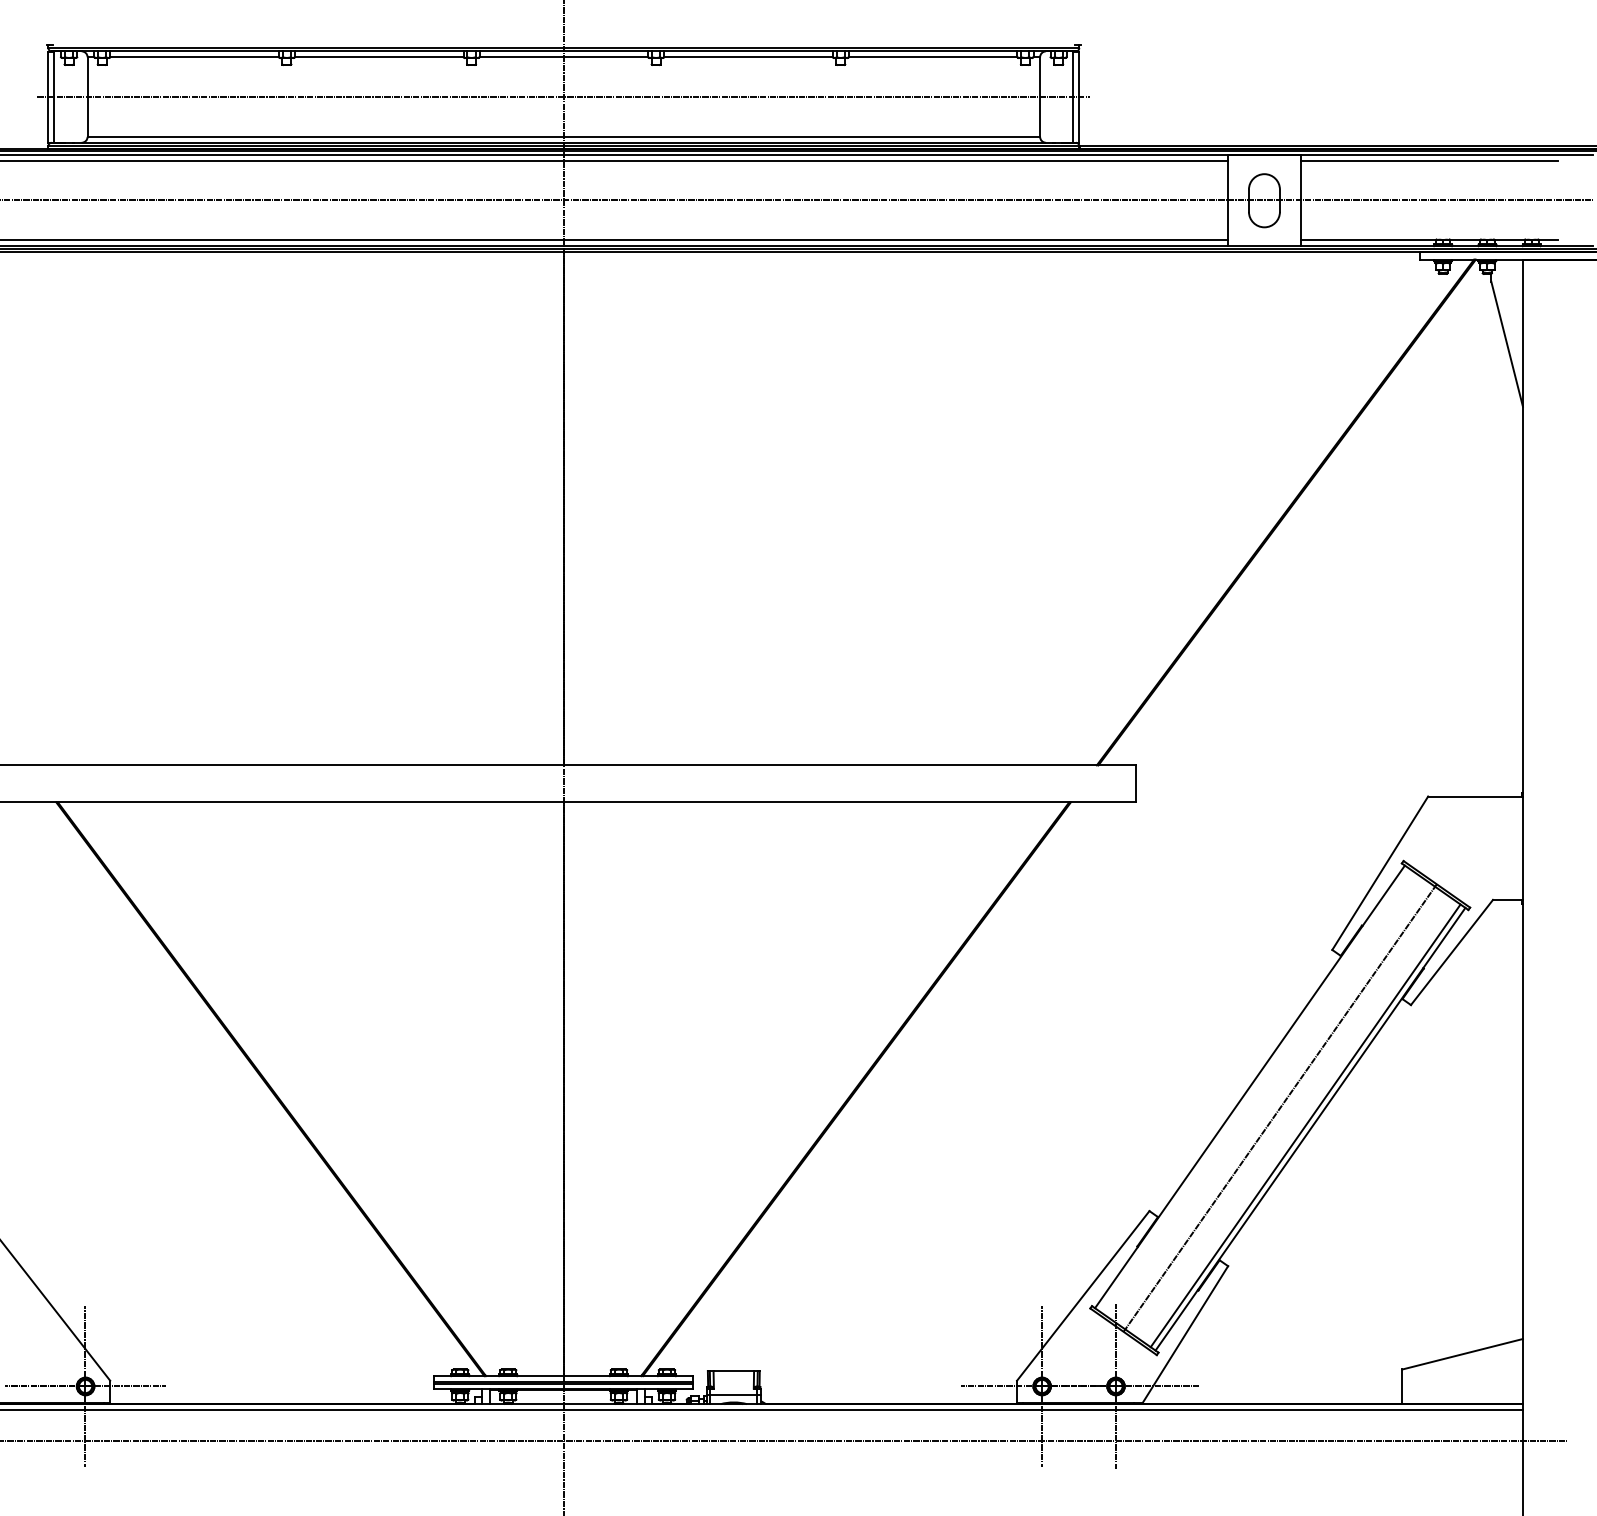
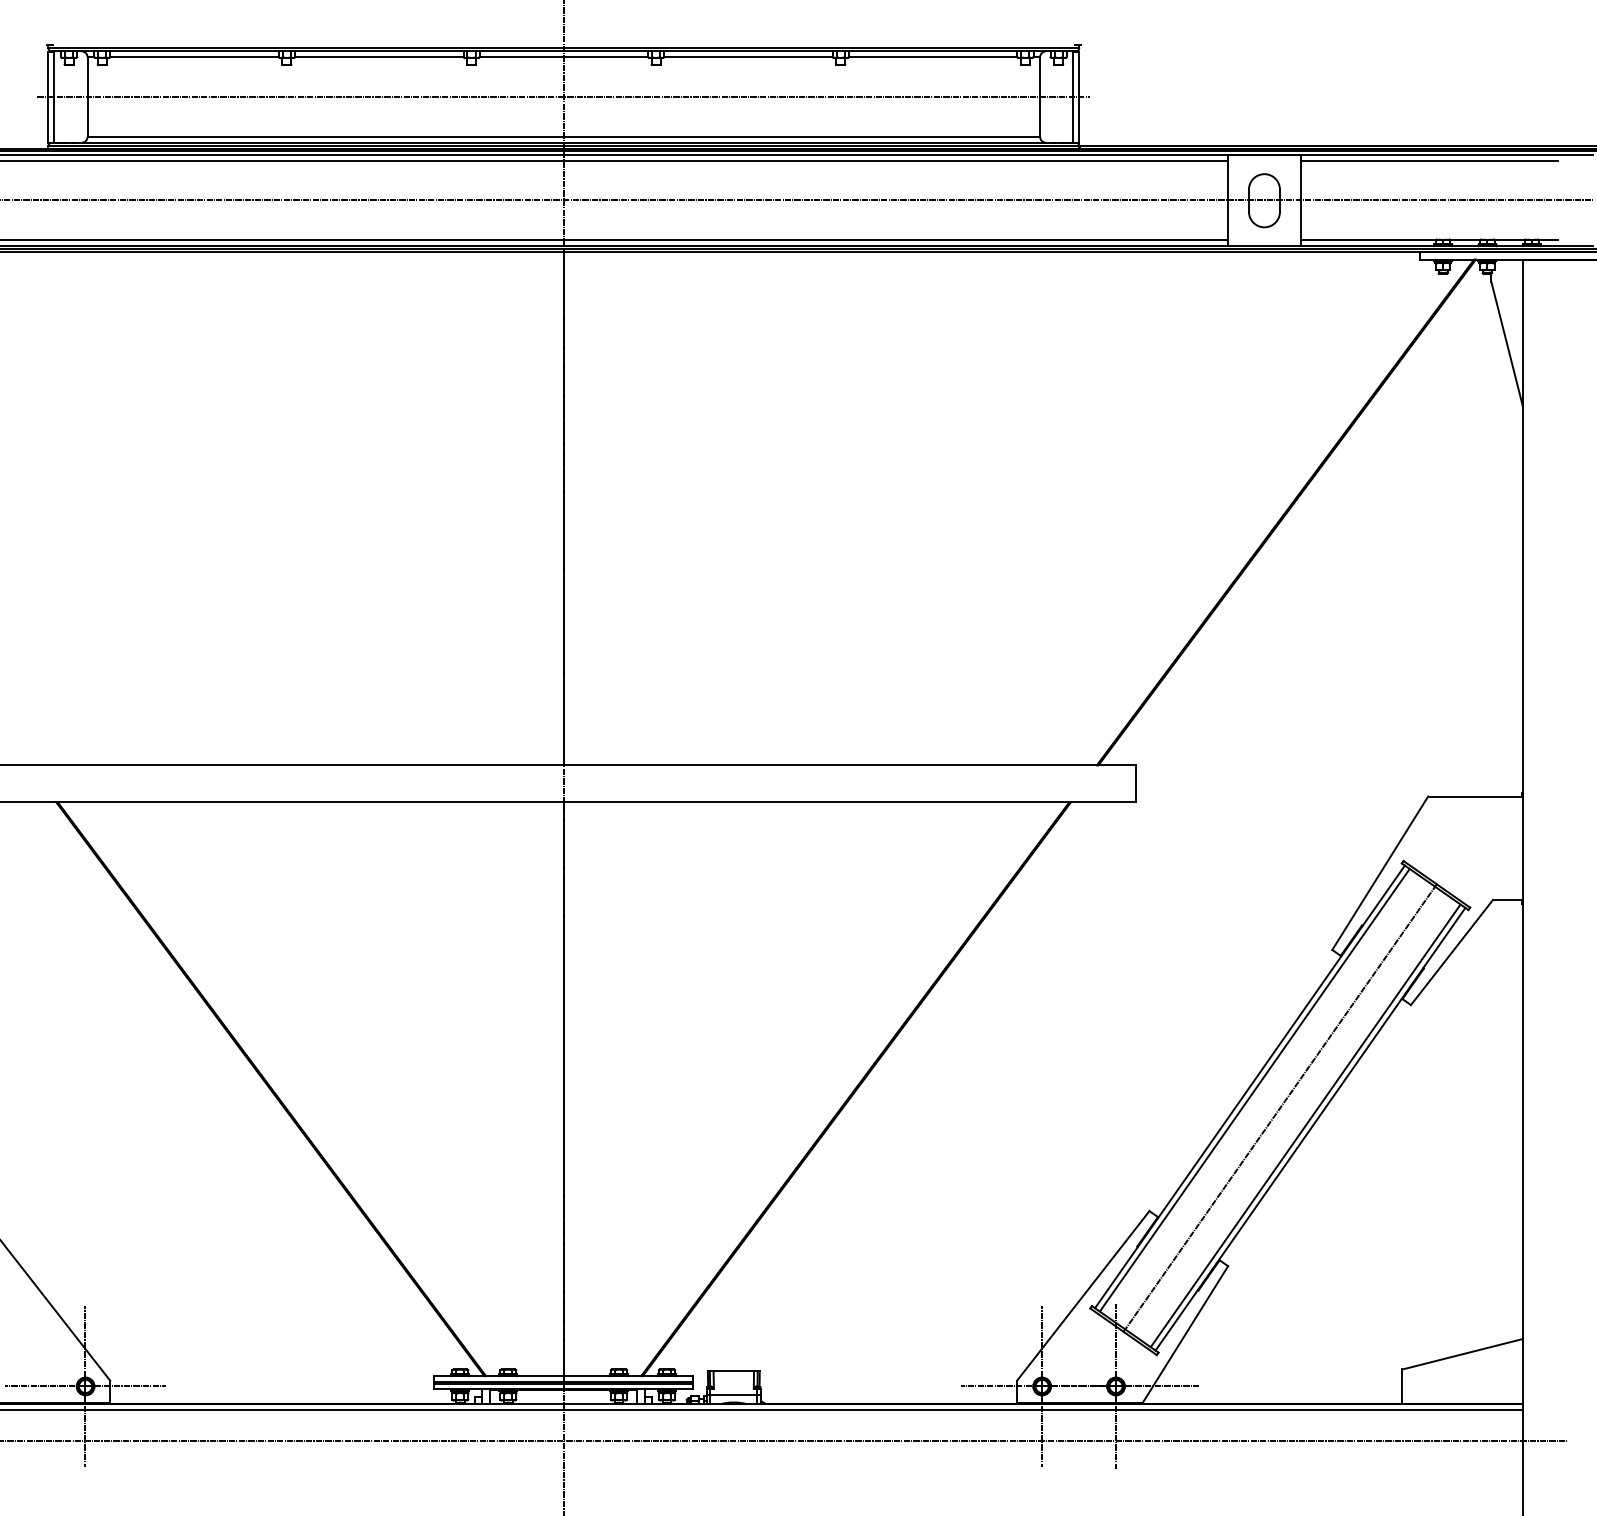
line at (1254, 1089): none -> present
